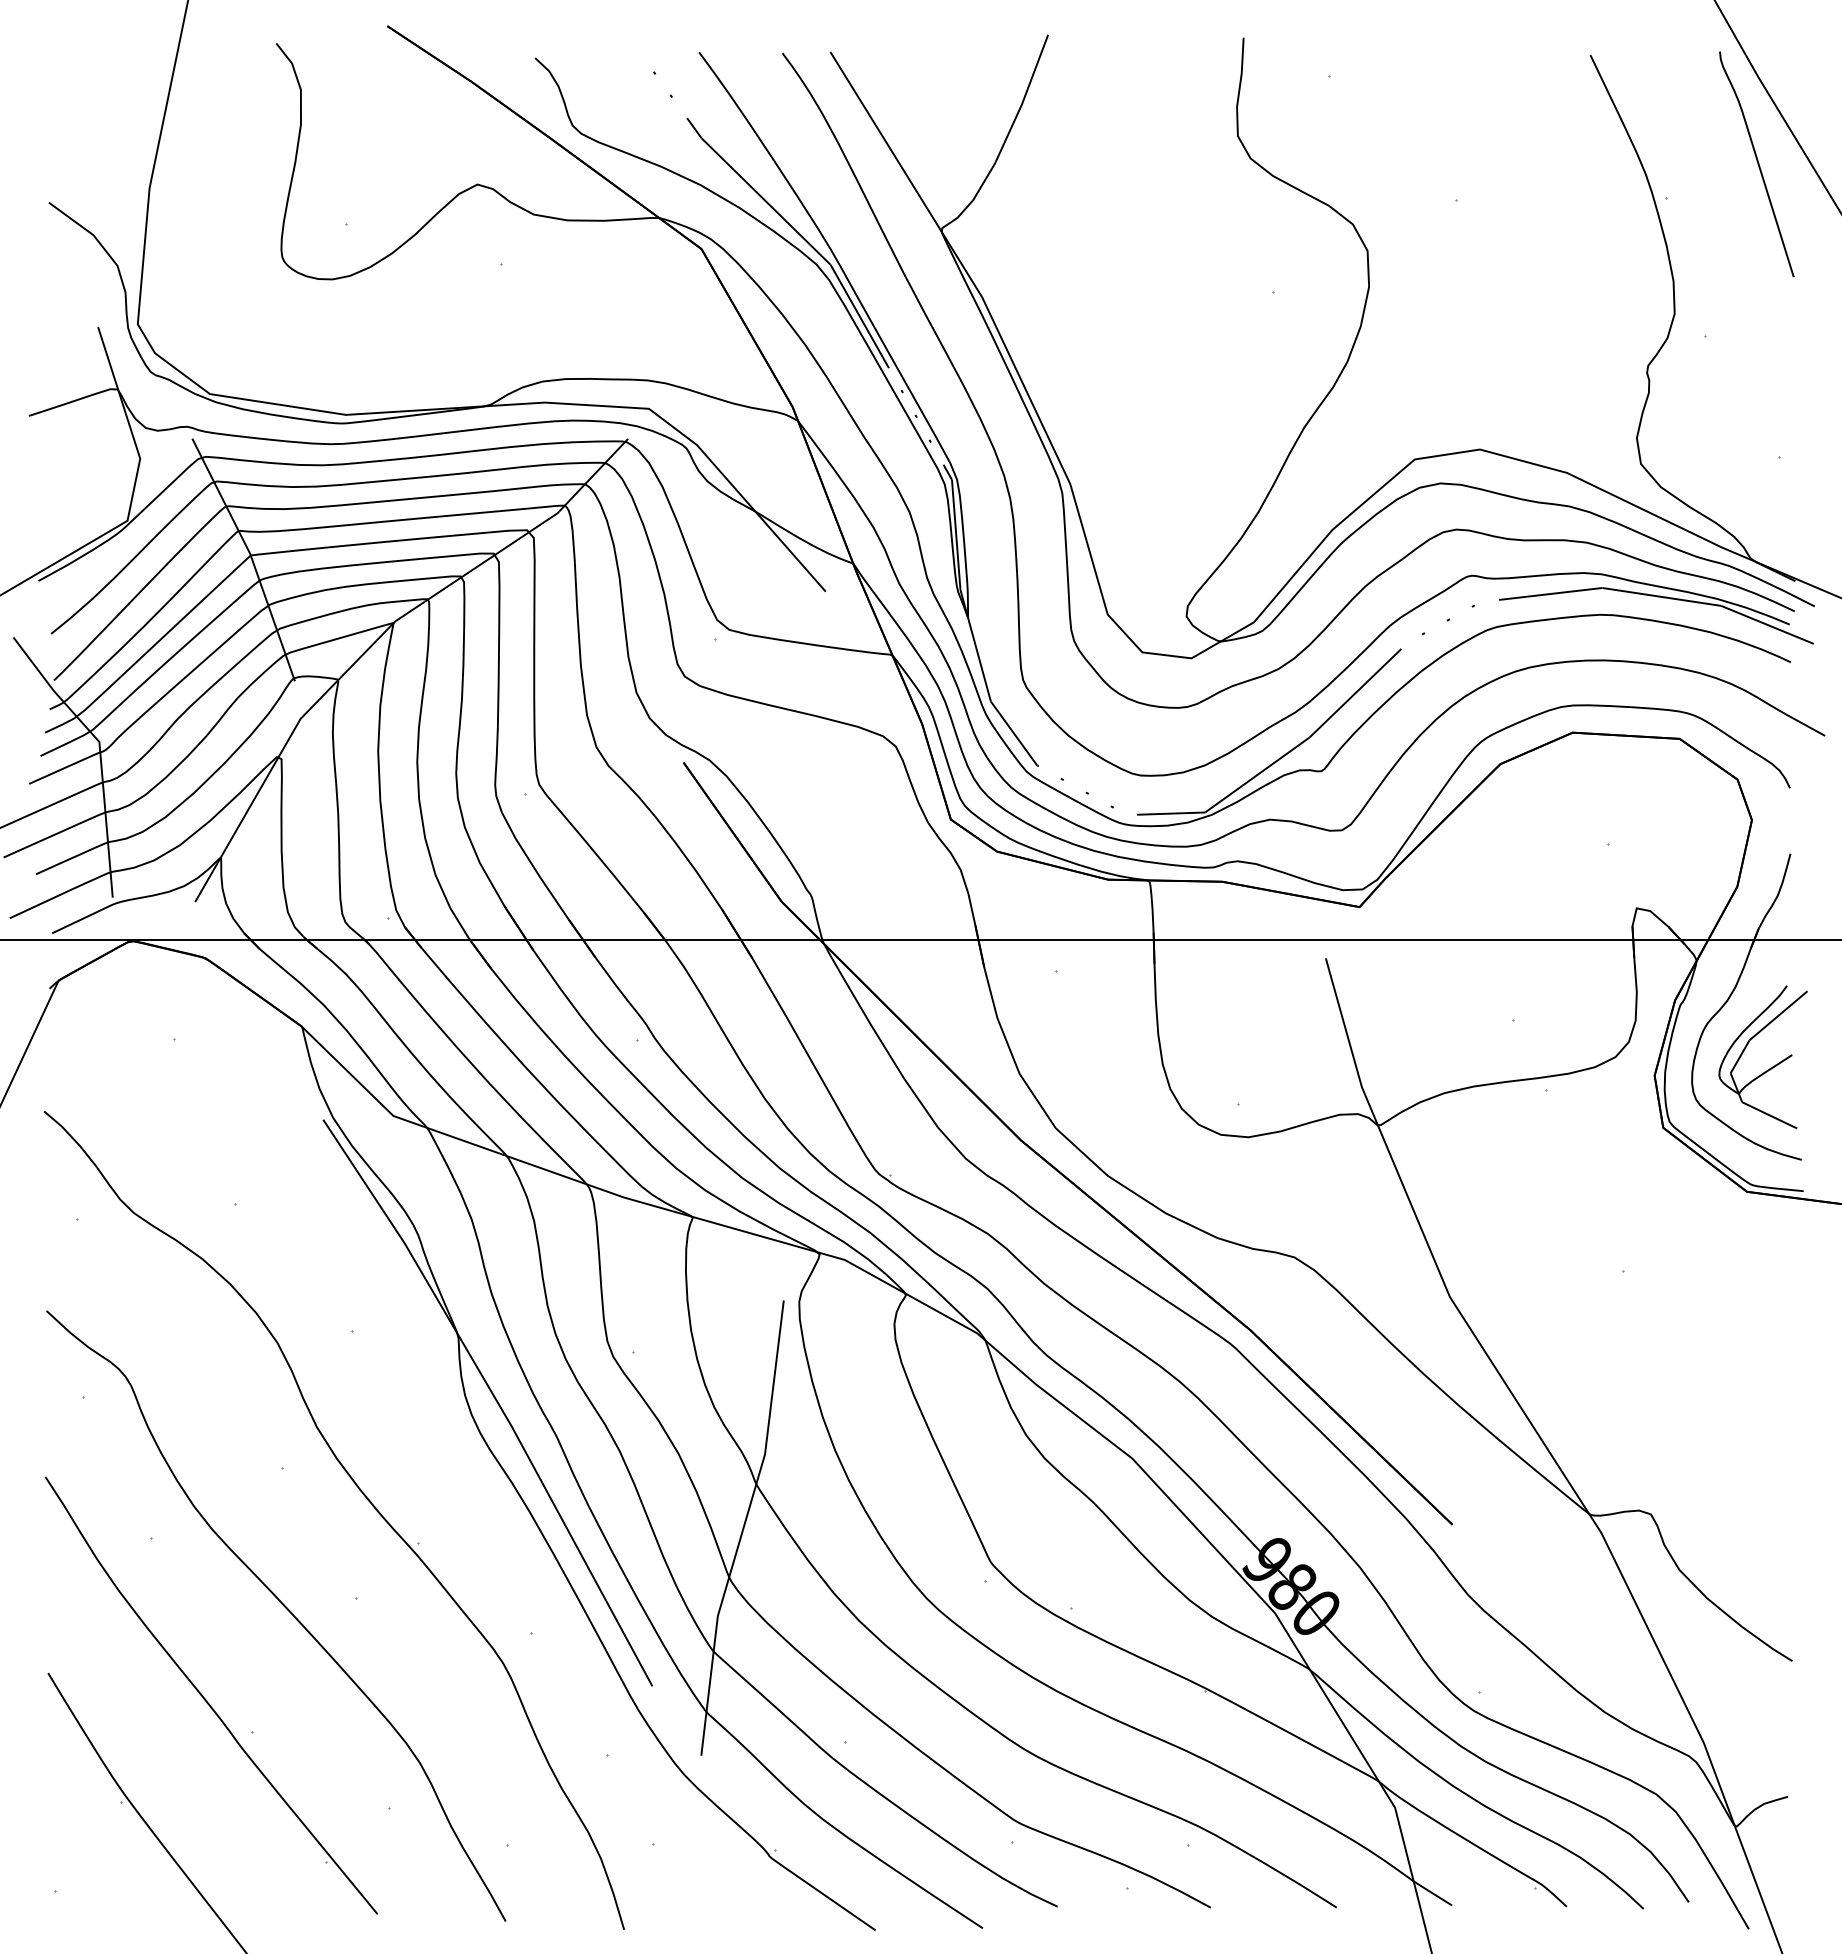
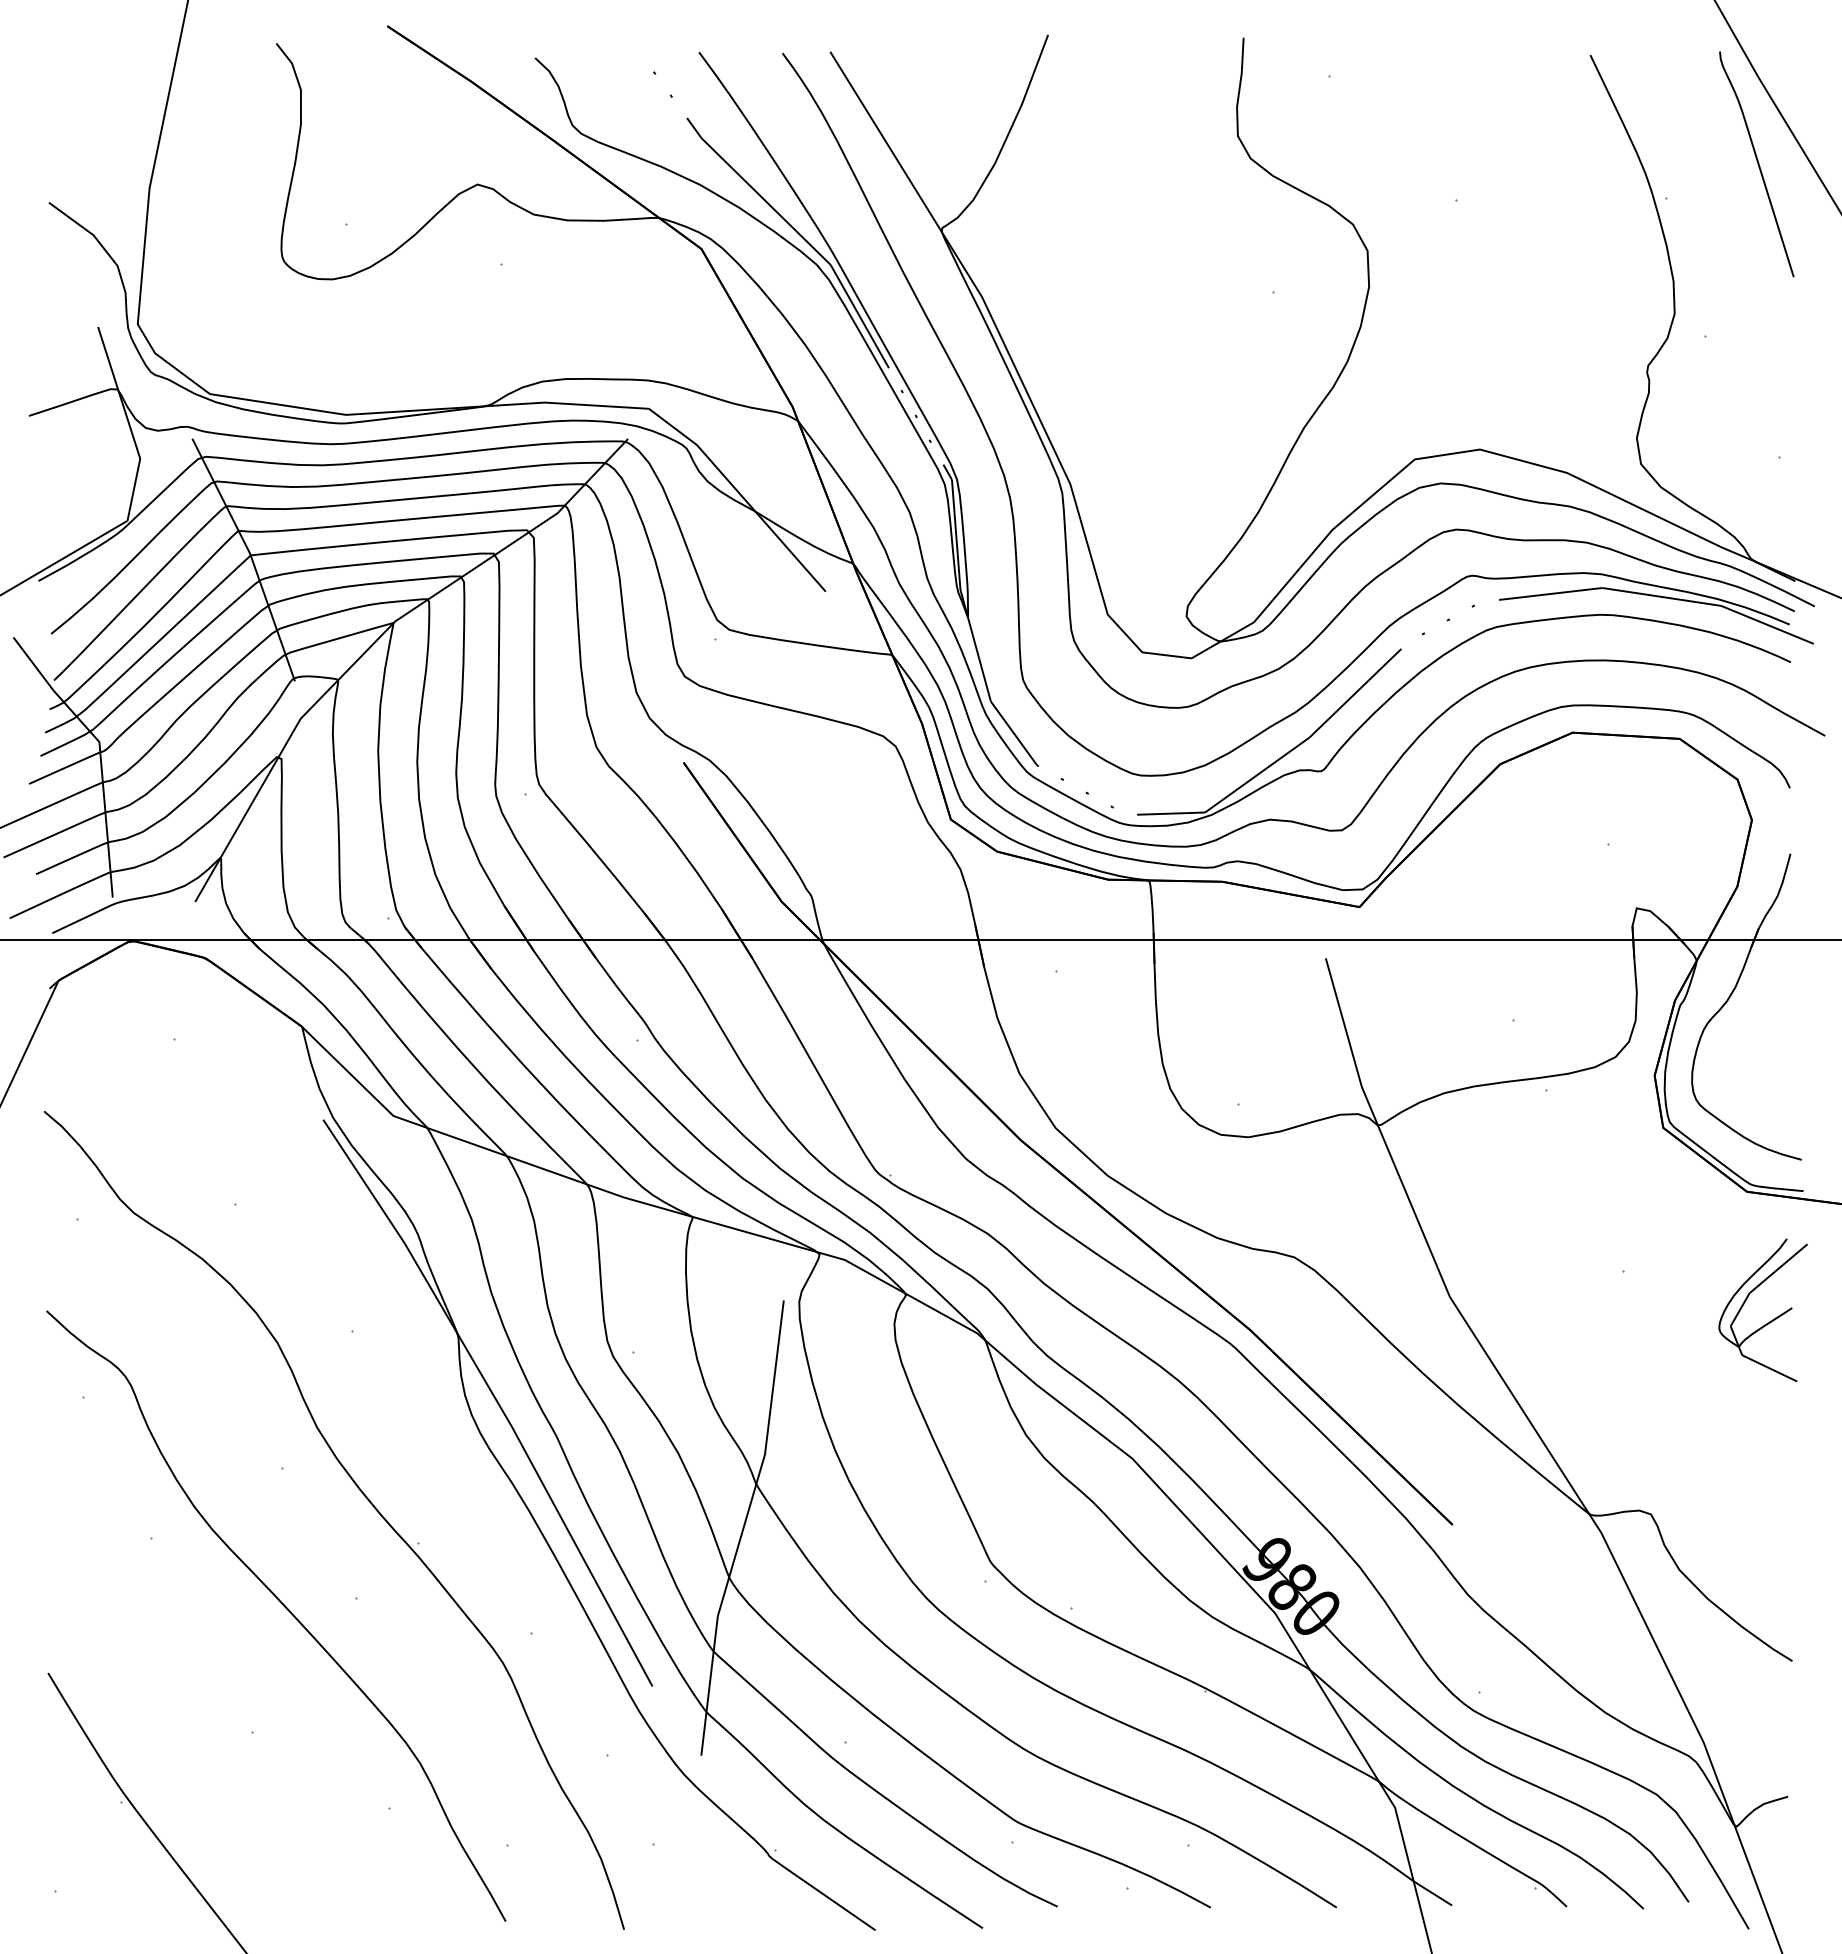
part at (1767, 1069) position: (1767, 1069) -> (1767, 1322)
part at (206, 1699): present -> none
